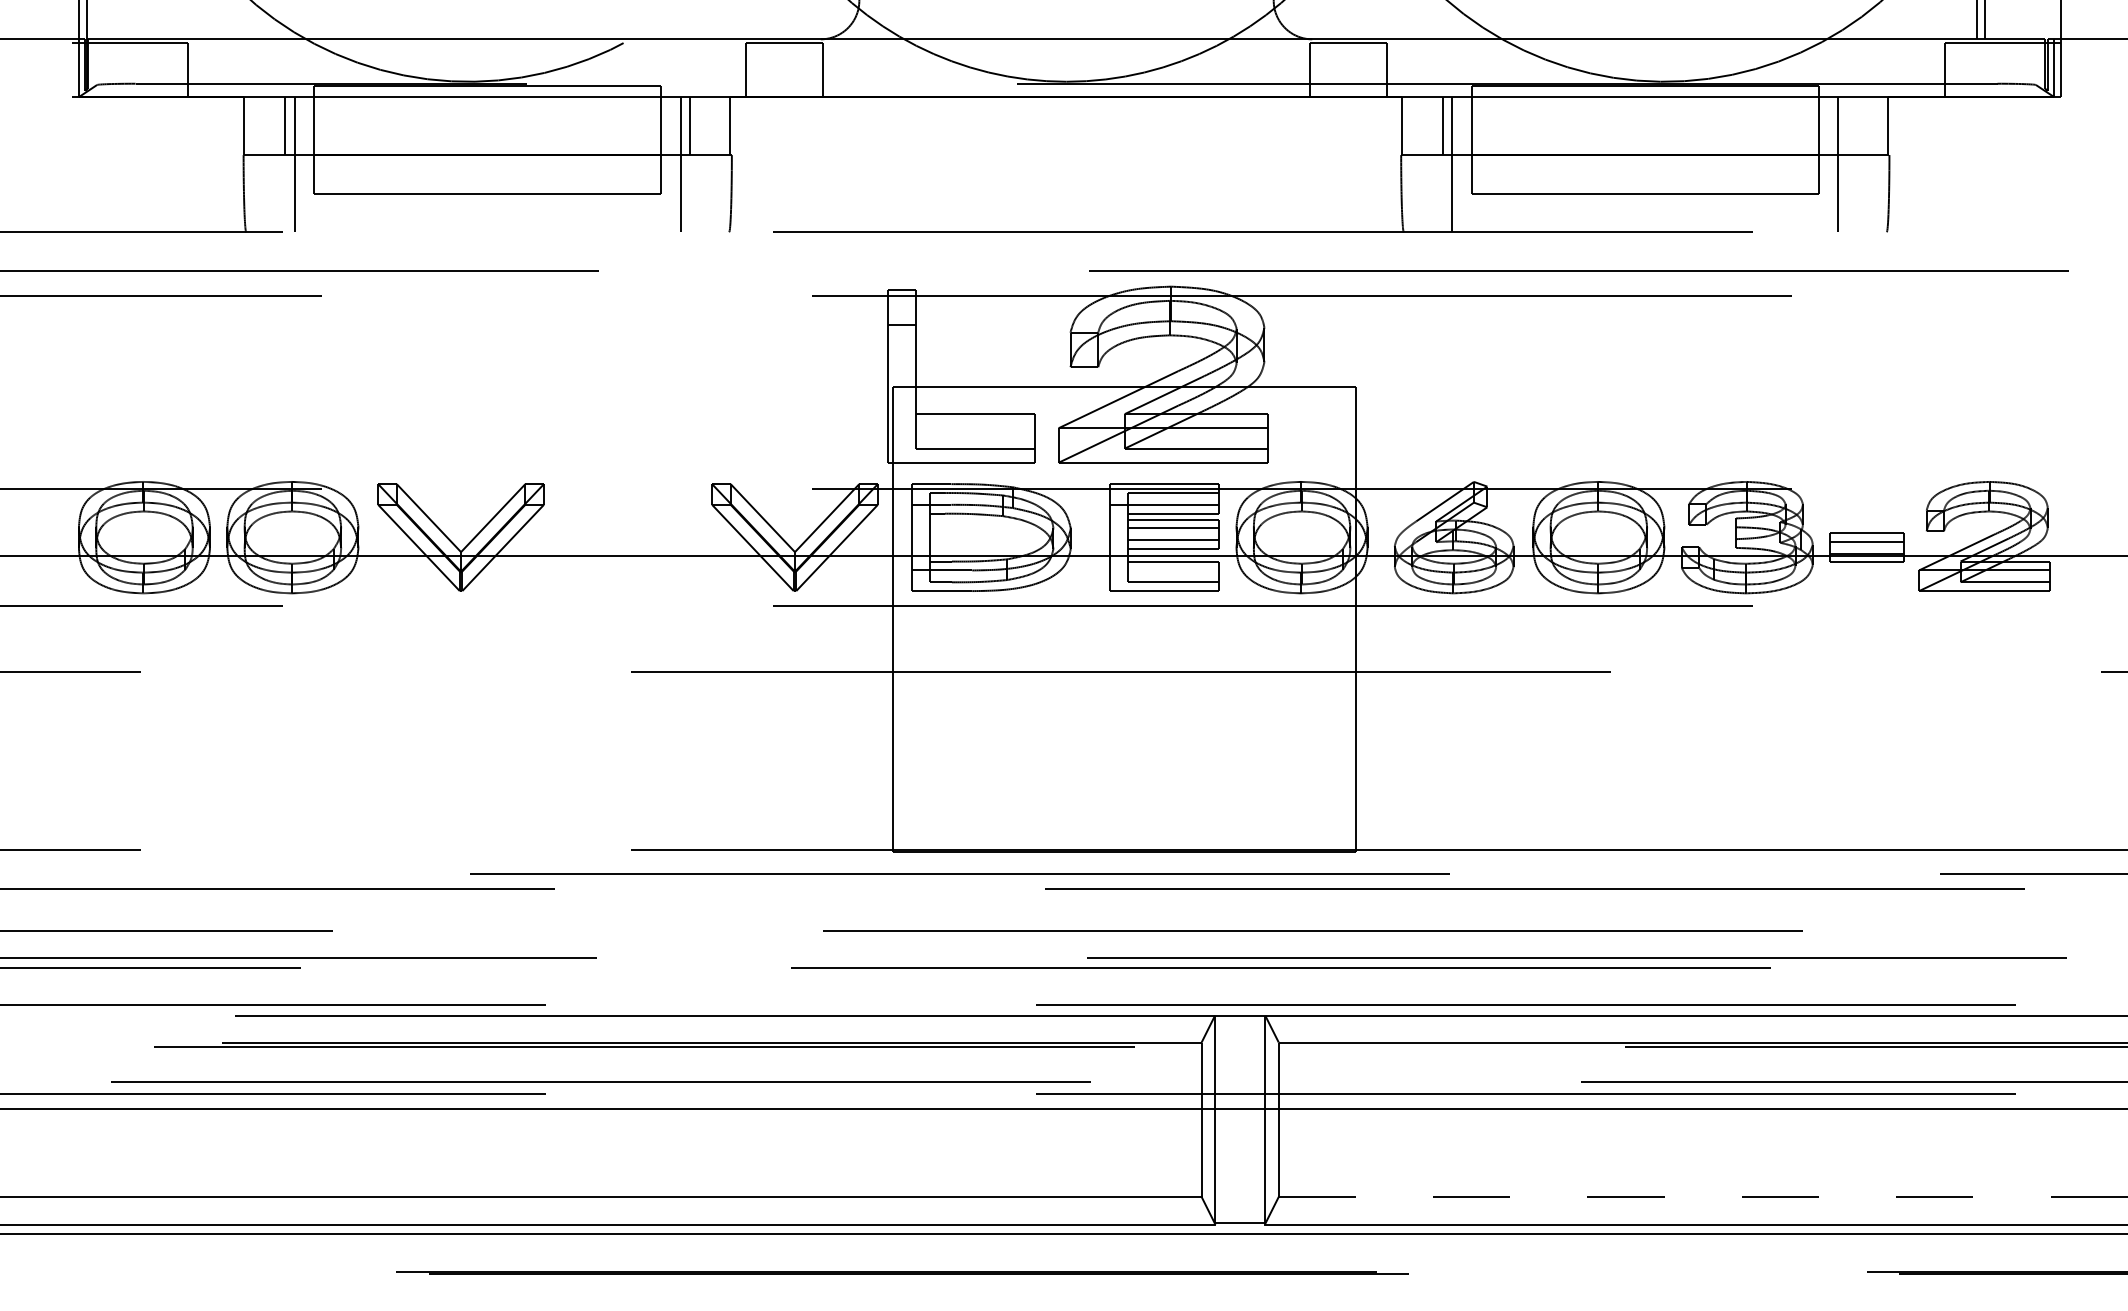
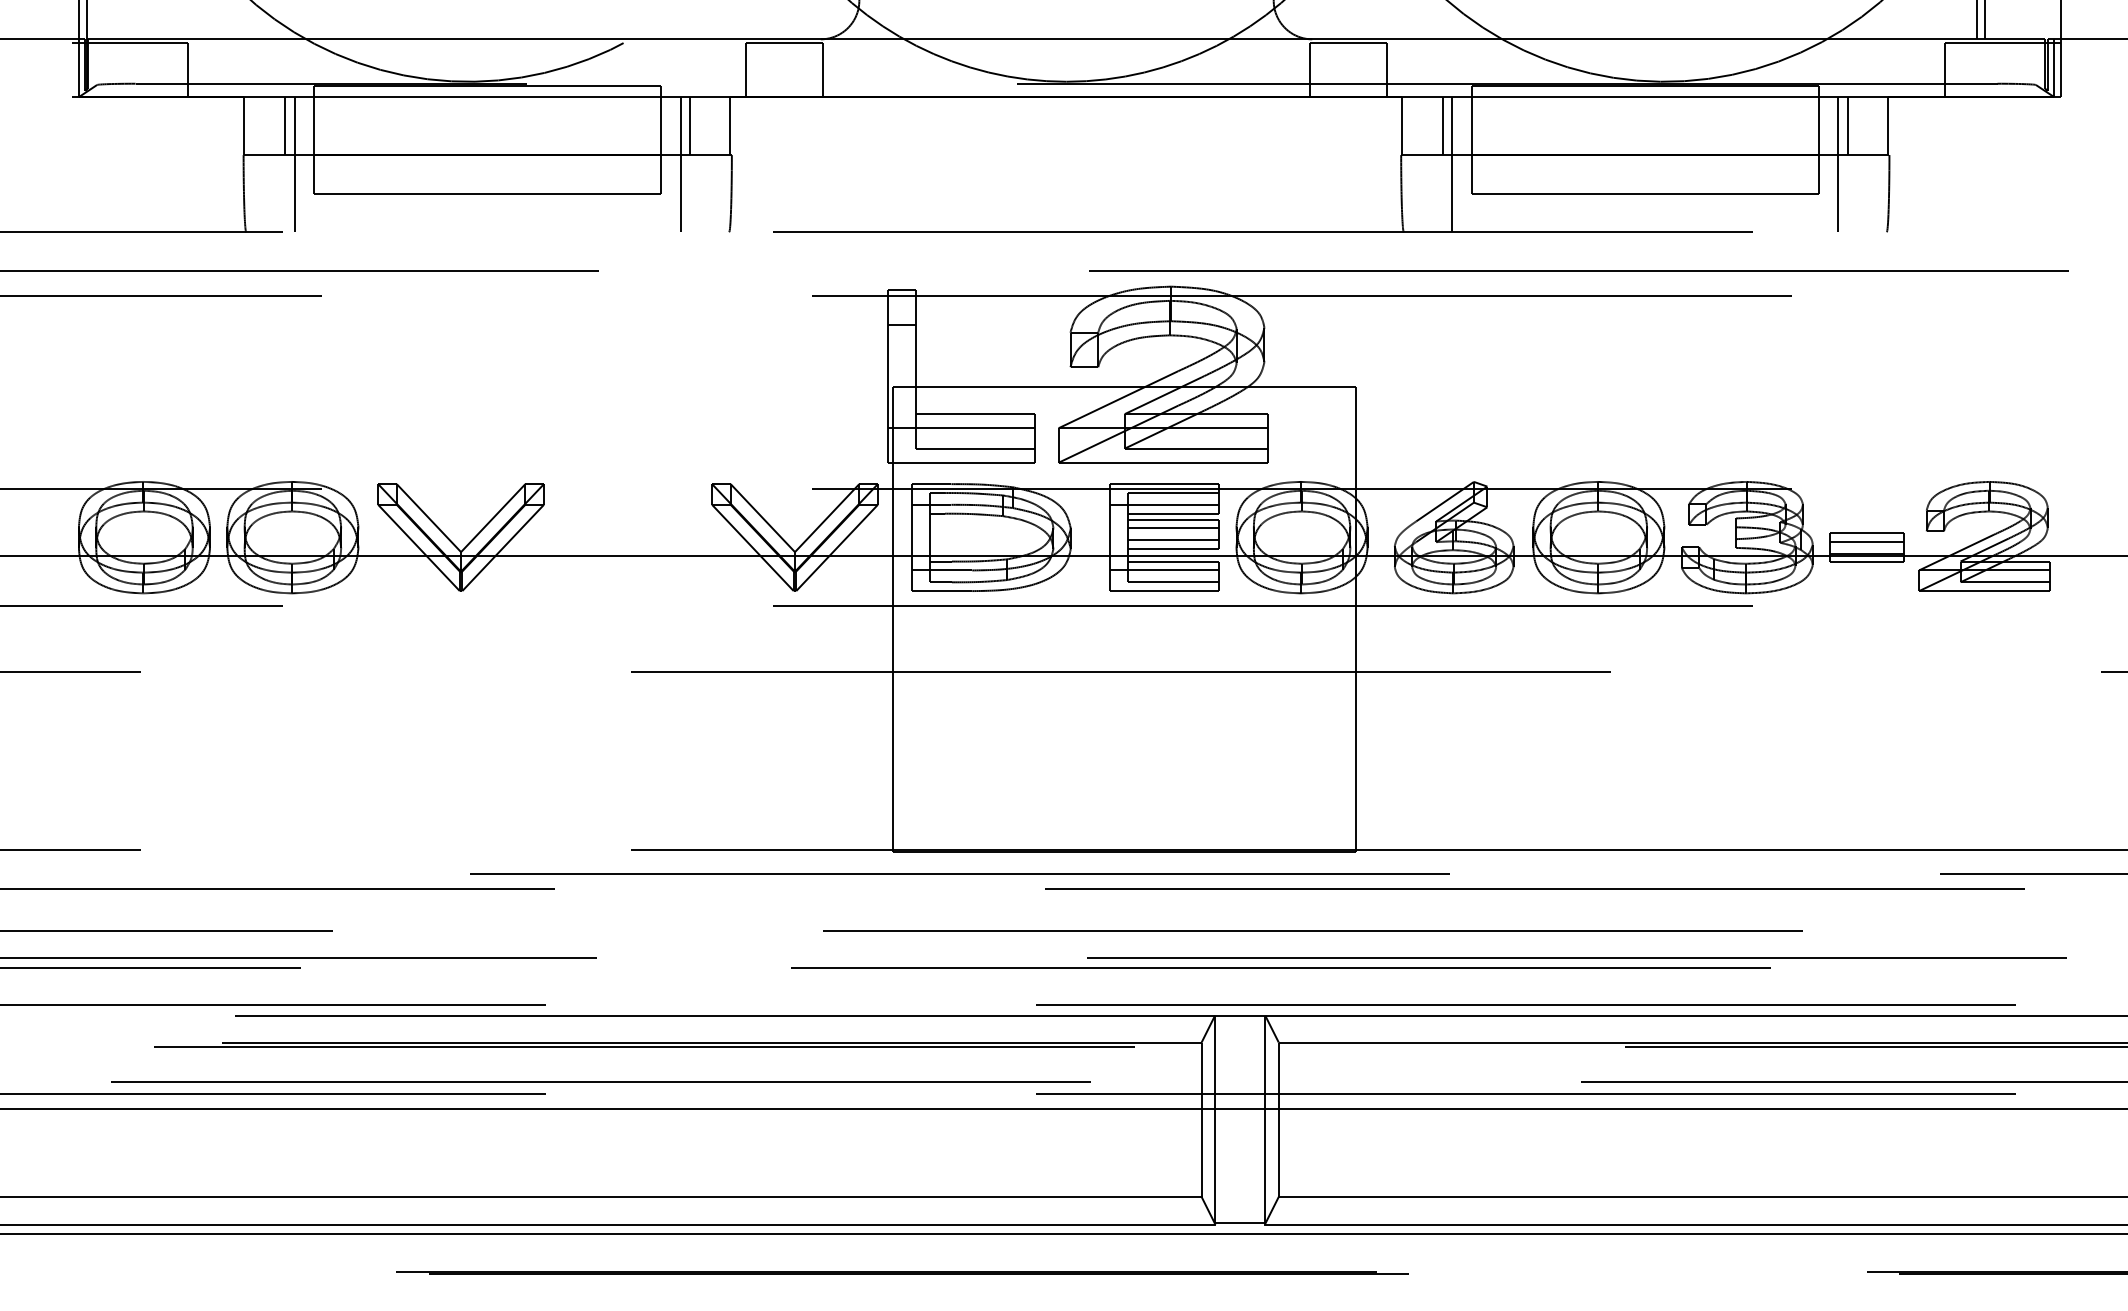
line at (1847, 126): none -> present
line at (961, 428): none -> present
line at (1164, 570): none -> present
line at (1702, 1196): dashed -> solid
